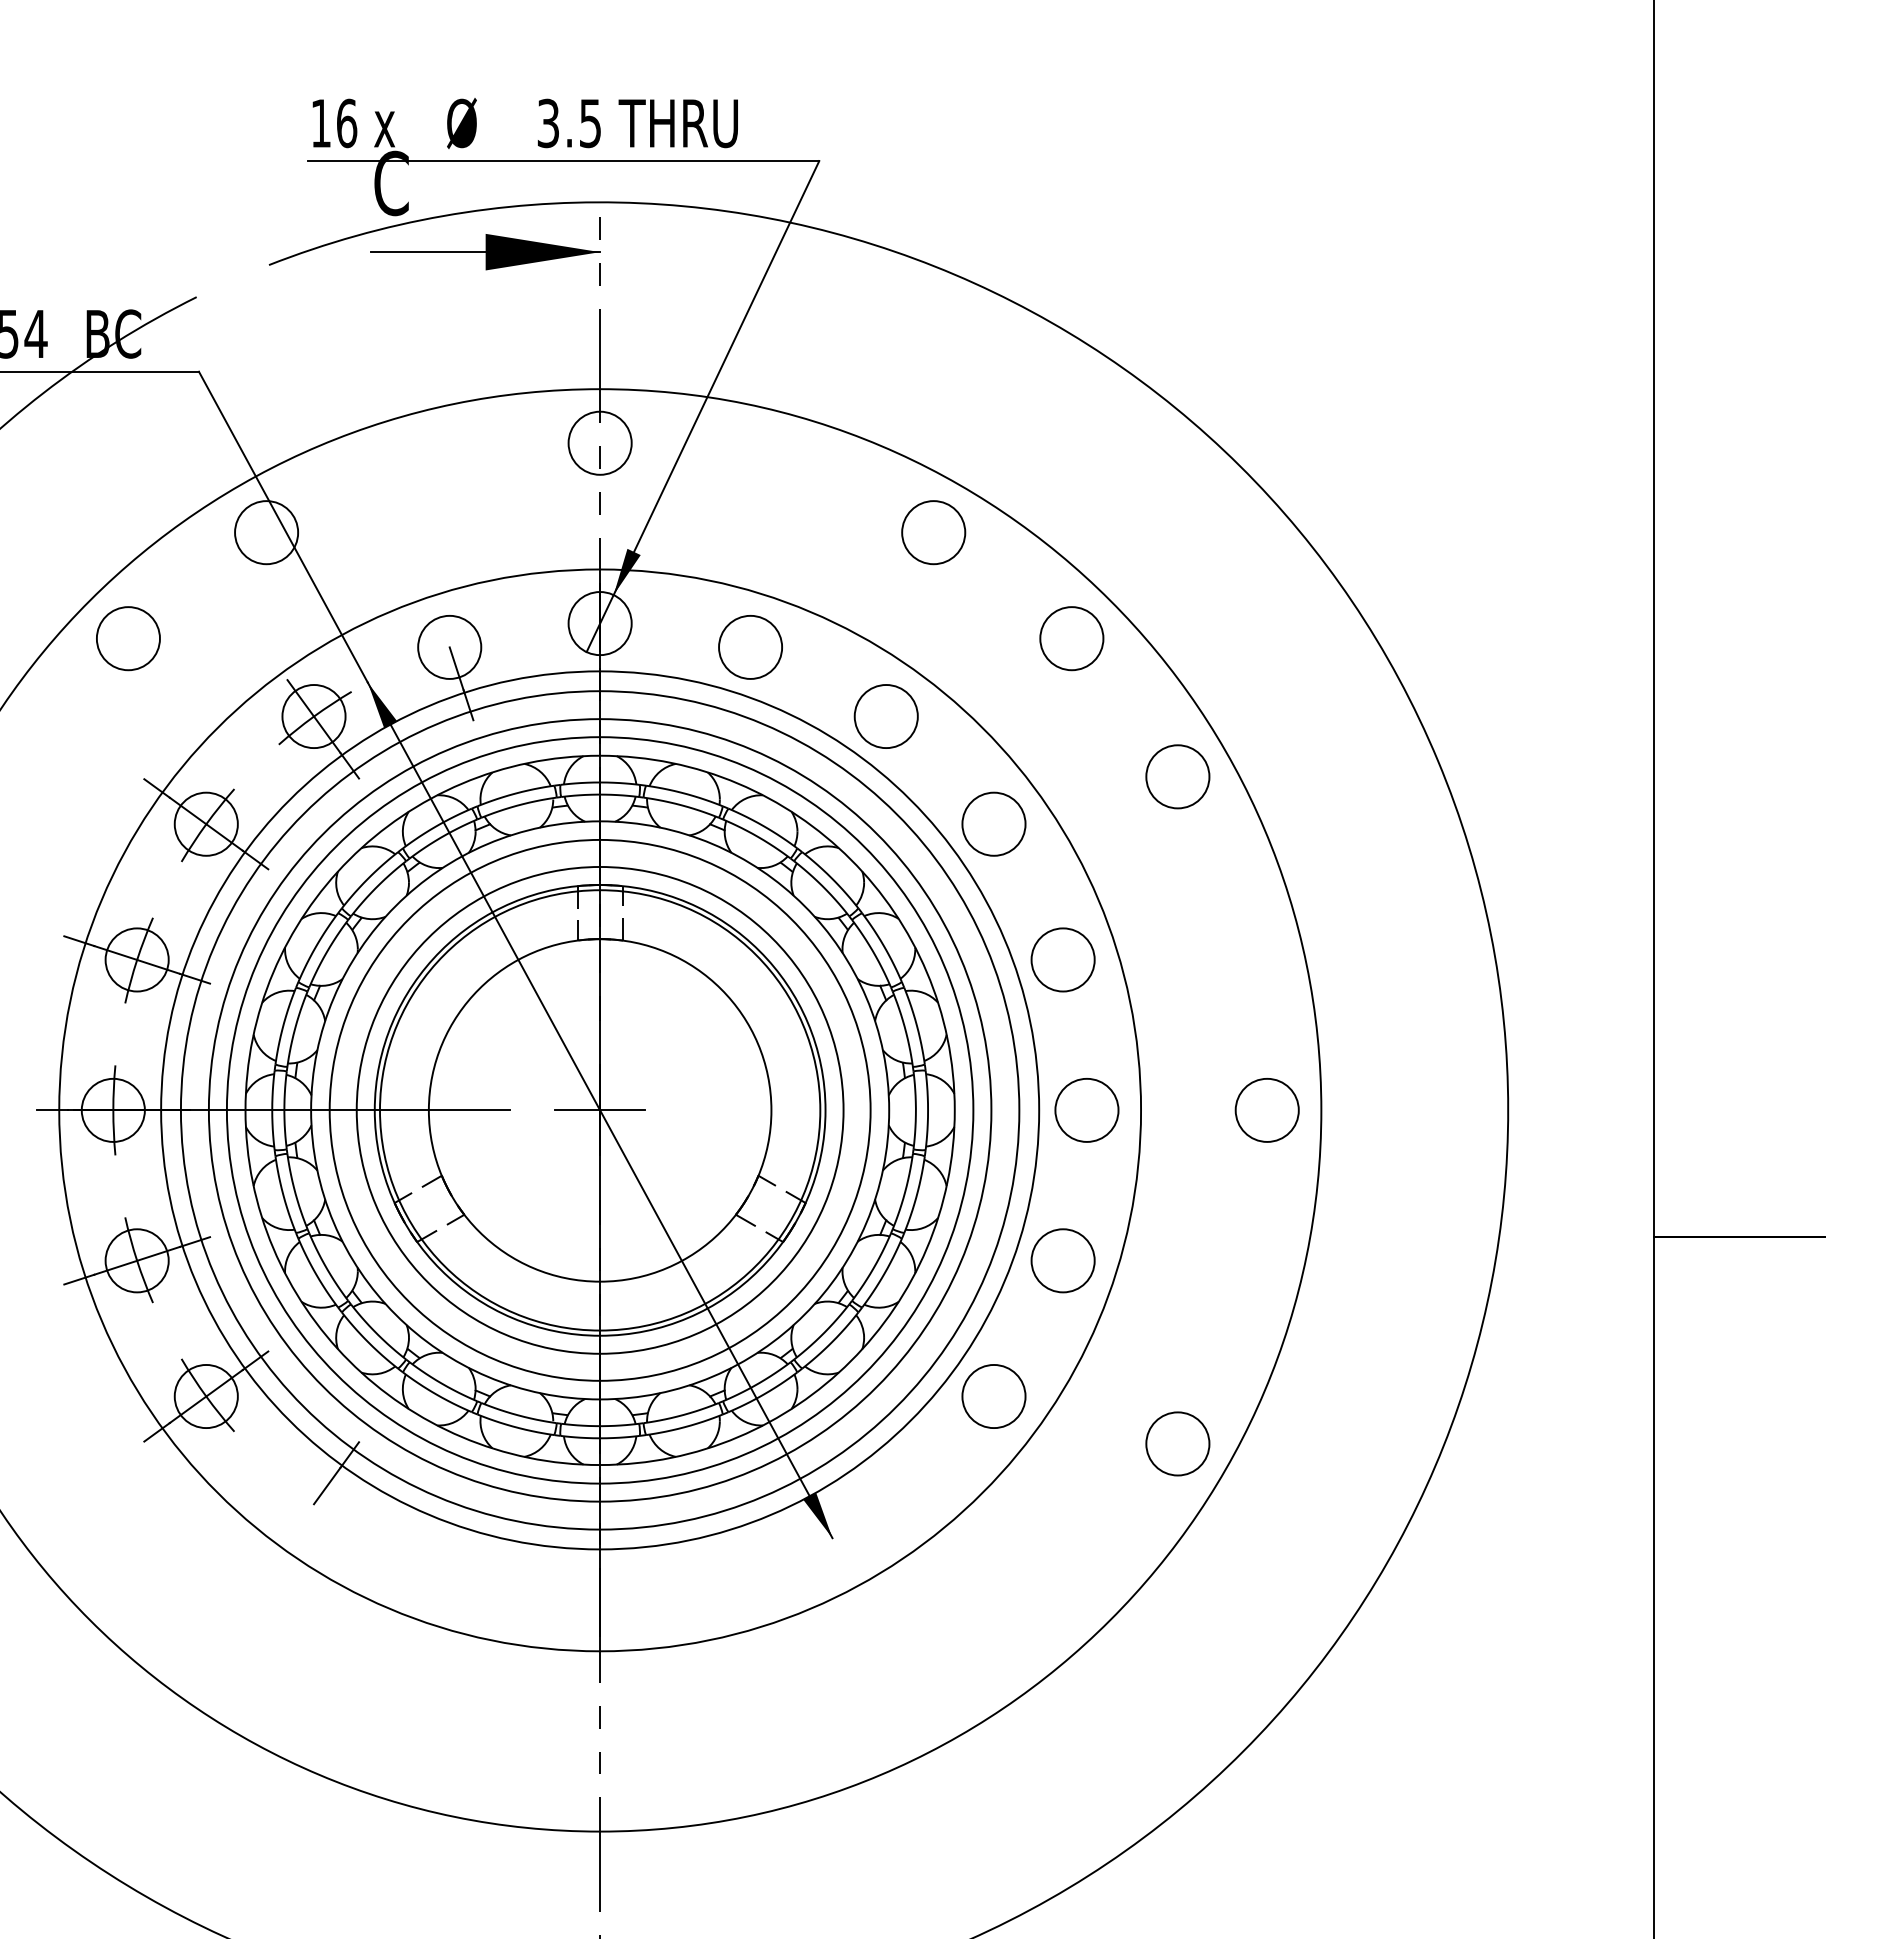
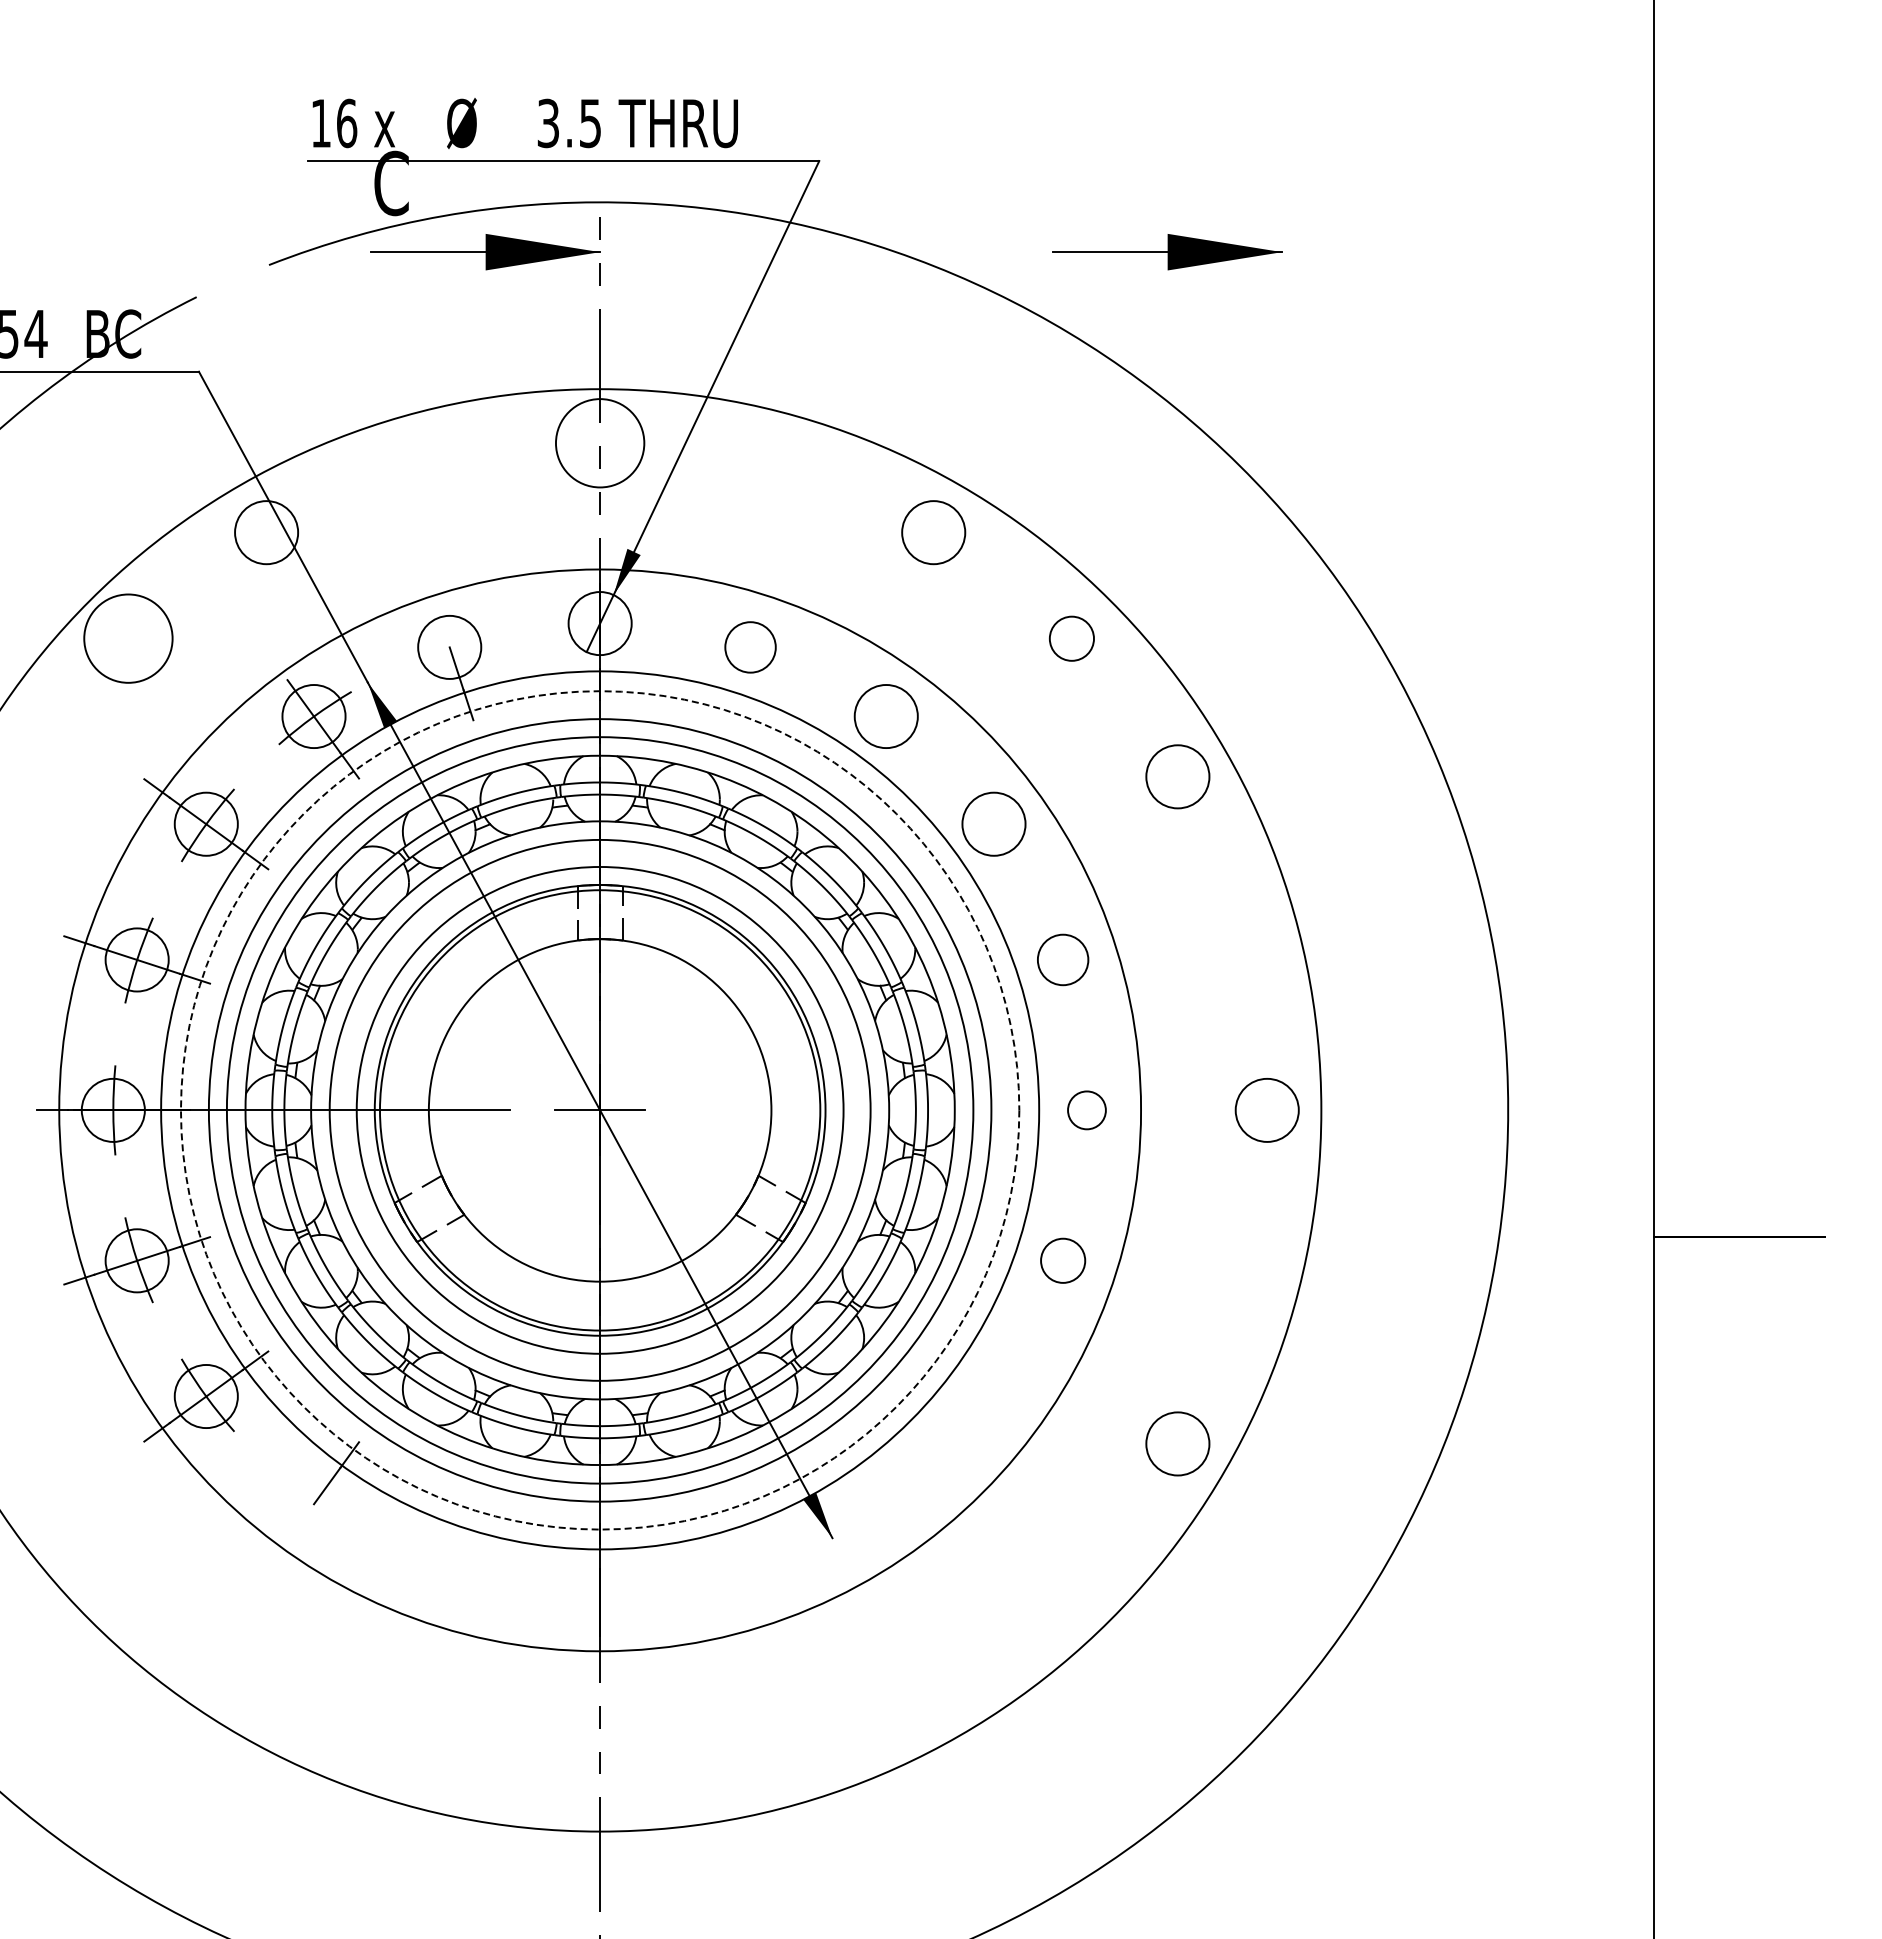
part at (1167, 252): none -> present
circle at (599, 442) diameter: 63 px -> 88 px
circle at (127, 638) diameter: 63 px -> 88 px
circle at (1071, 638) size: 66x66 px -> 46x47 px
circle at (750, 647) size: 65x65 px -> 53x53 px
circle at (1062, 959) size: 66x66 px -> 53x54 px
circle at (1086, 1109) diameter: 63 px -> 38 px
circle at (599, 1110): solid -> dashed
circle at (1062, 1260) diameter: 63 px -> 44 px
circle at (993, 1396): present -> none
